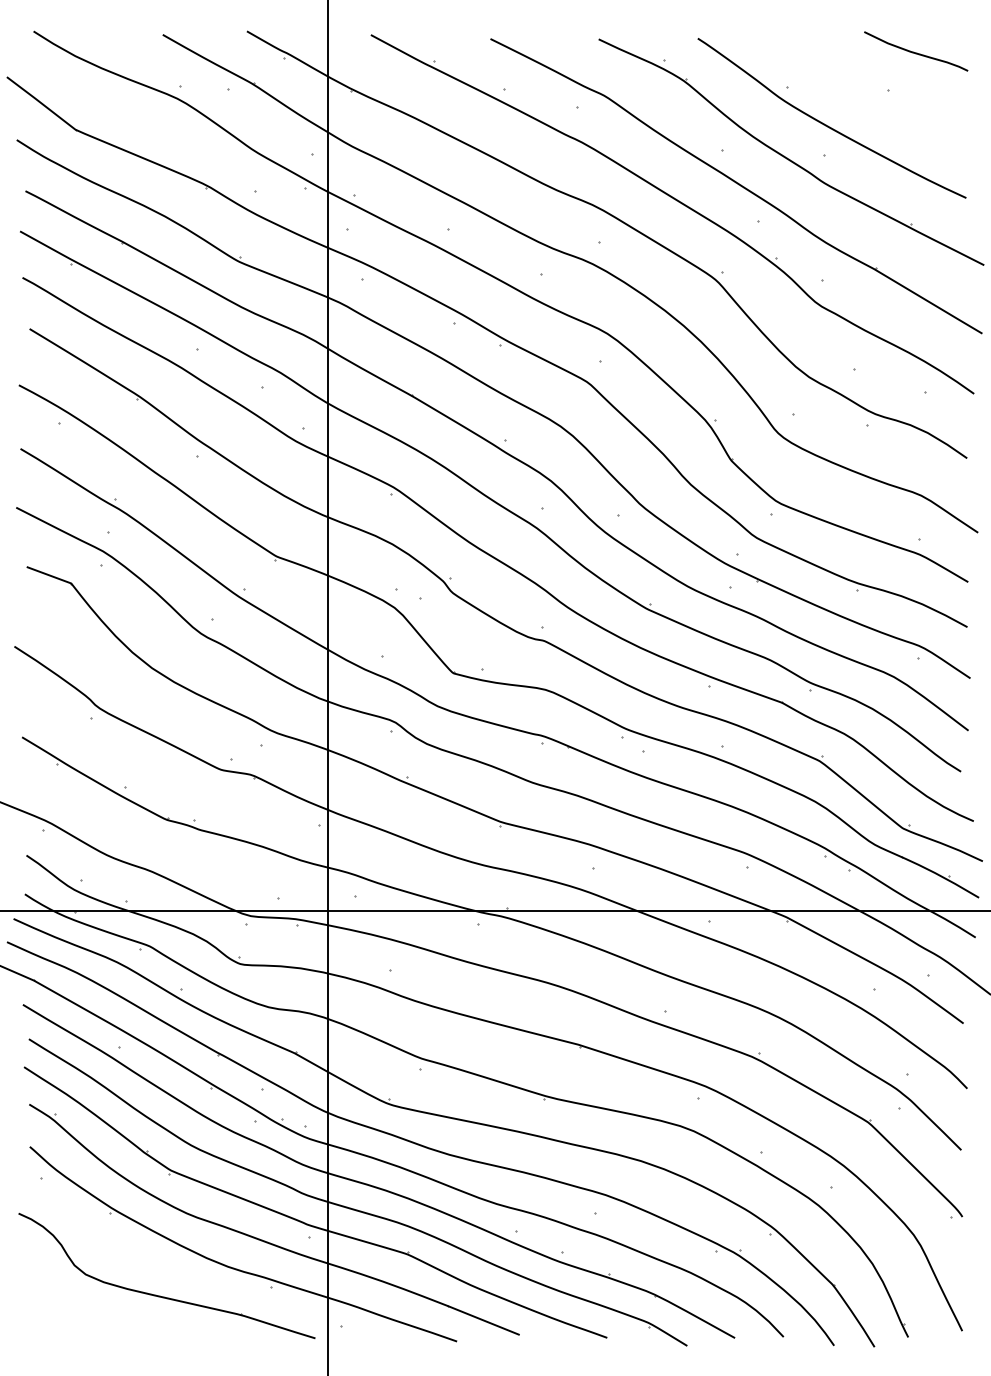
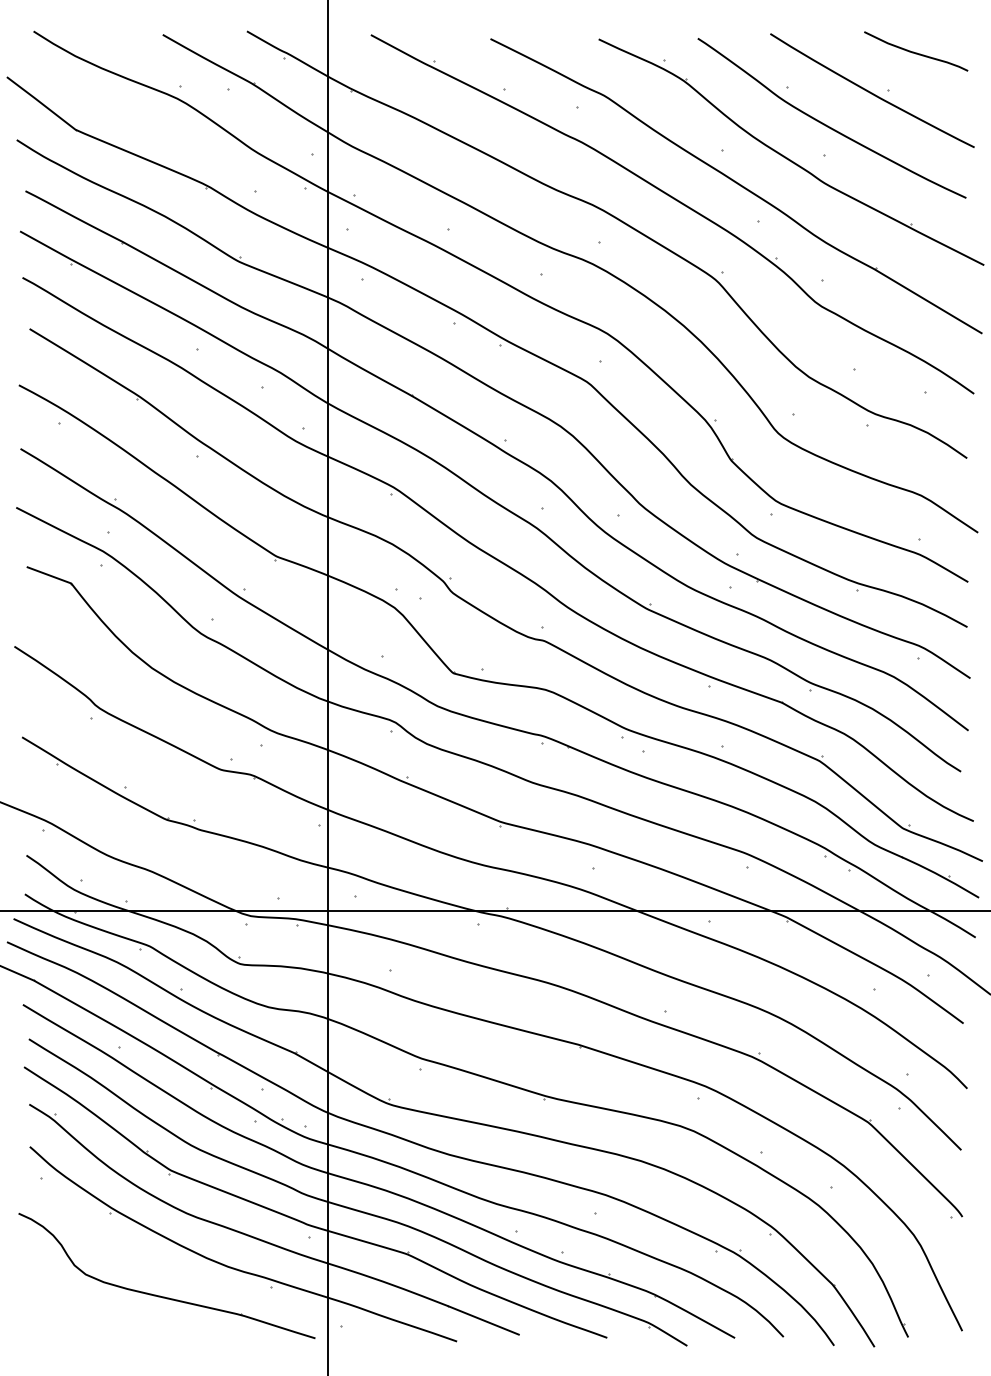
curve at (872, 92): none -> present
